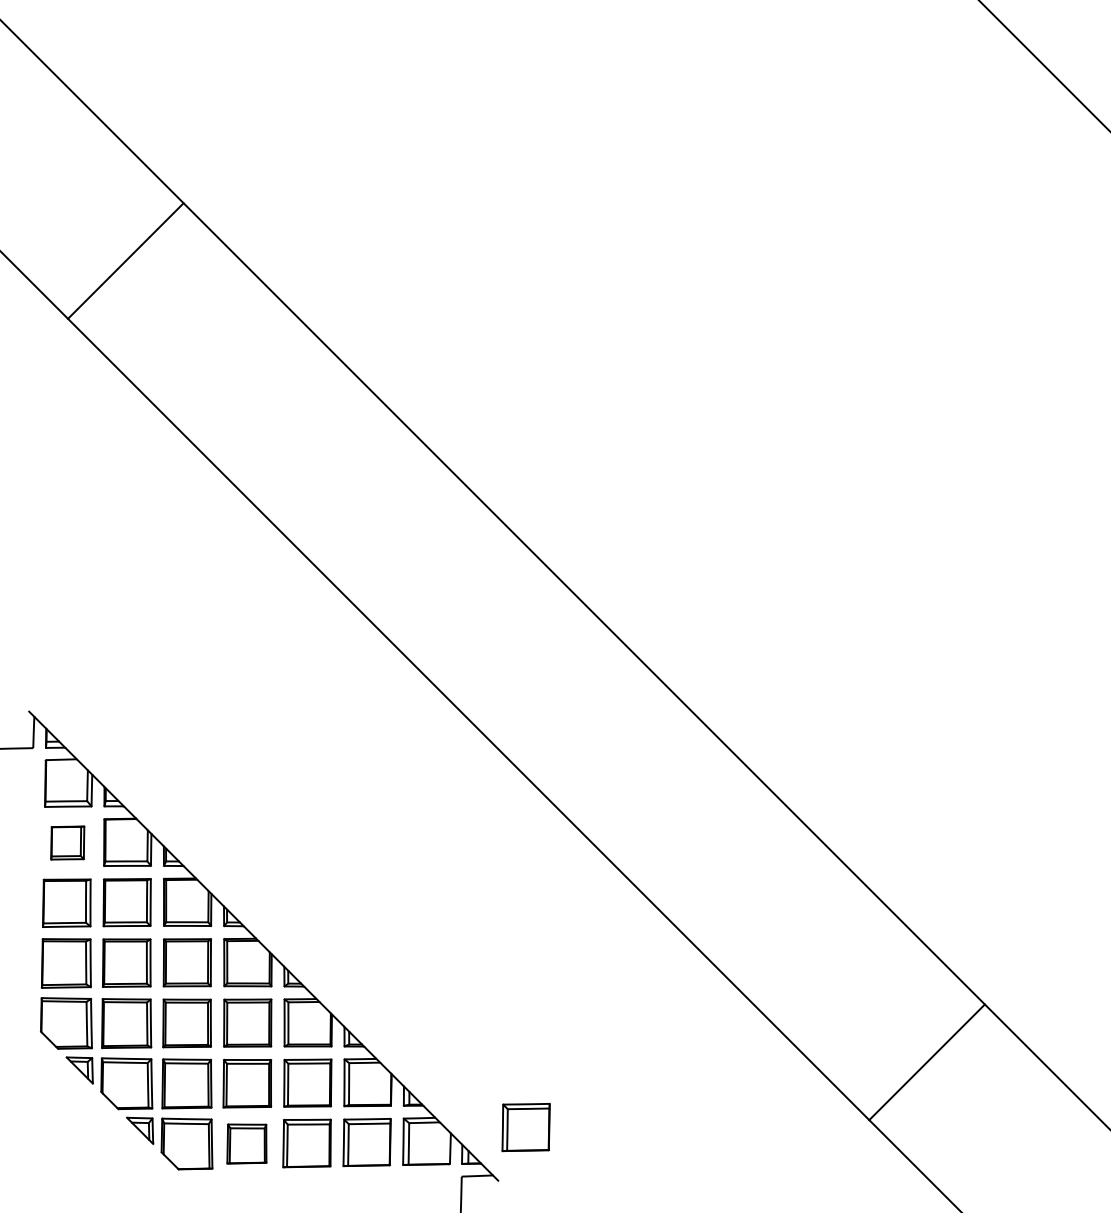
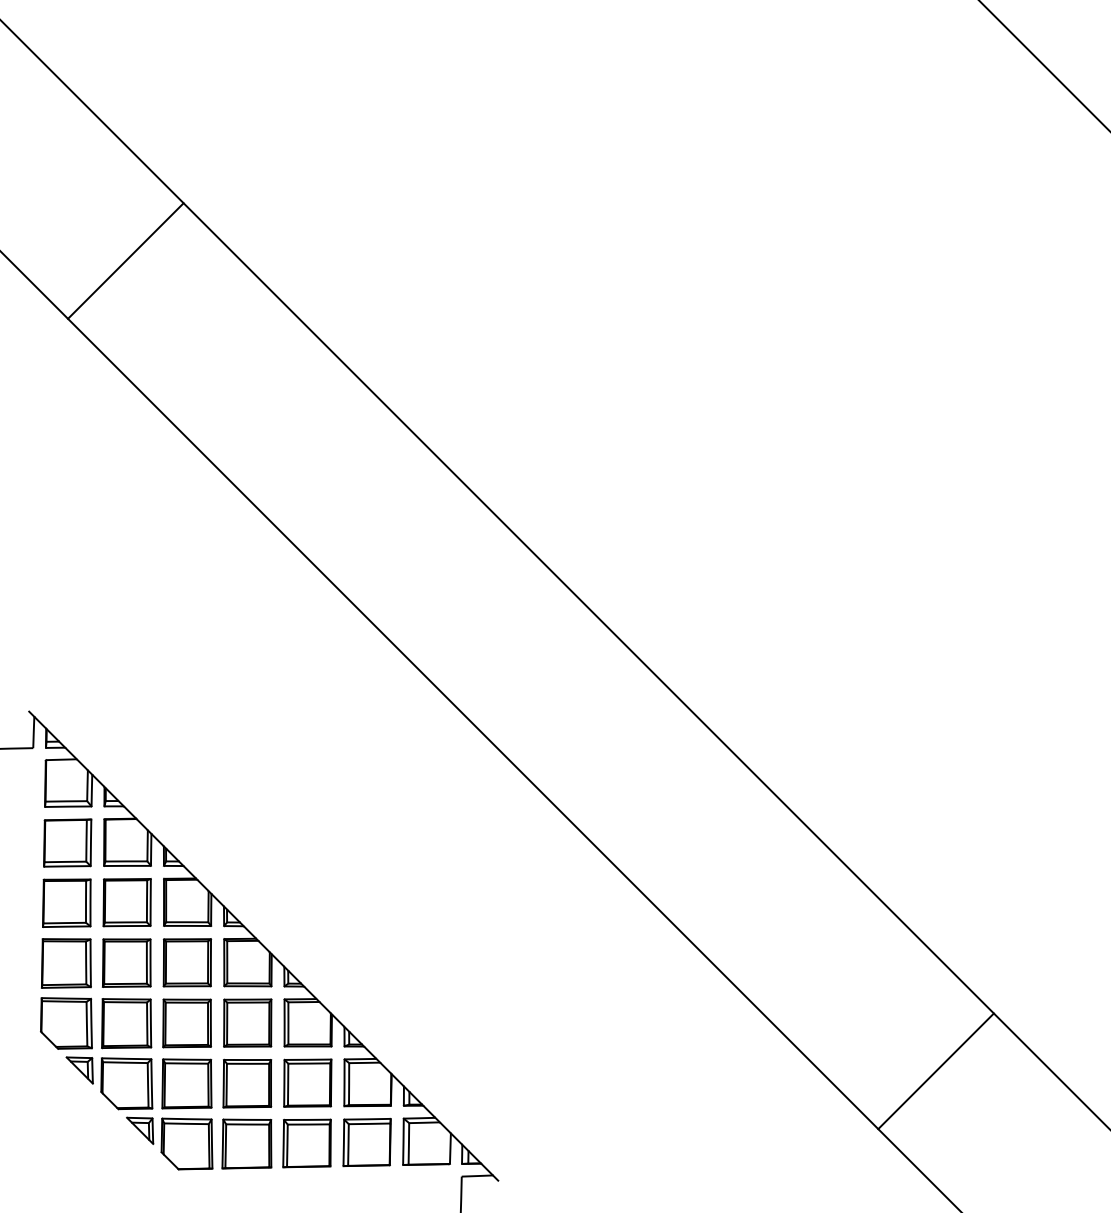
part at (67, 842) size: 36x36 px -> 50x50 px
line at (926, 1062) position: (926, 1062) -> (935, 1071)
part at (525, 1127): present -> none
part at (246, 1143) size: 42x42 px -> 52x52 px
